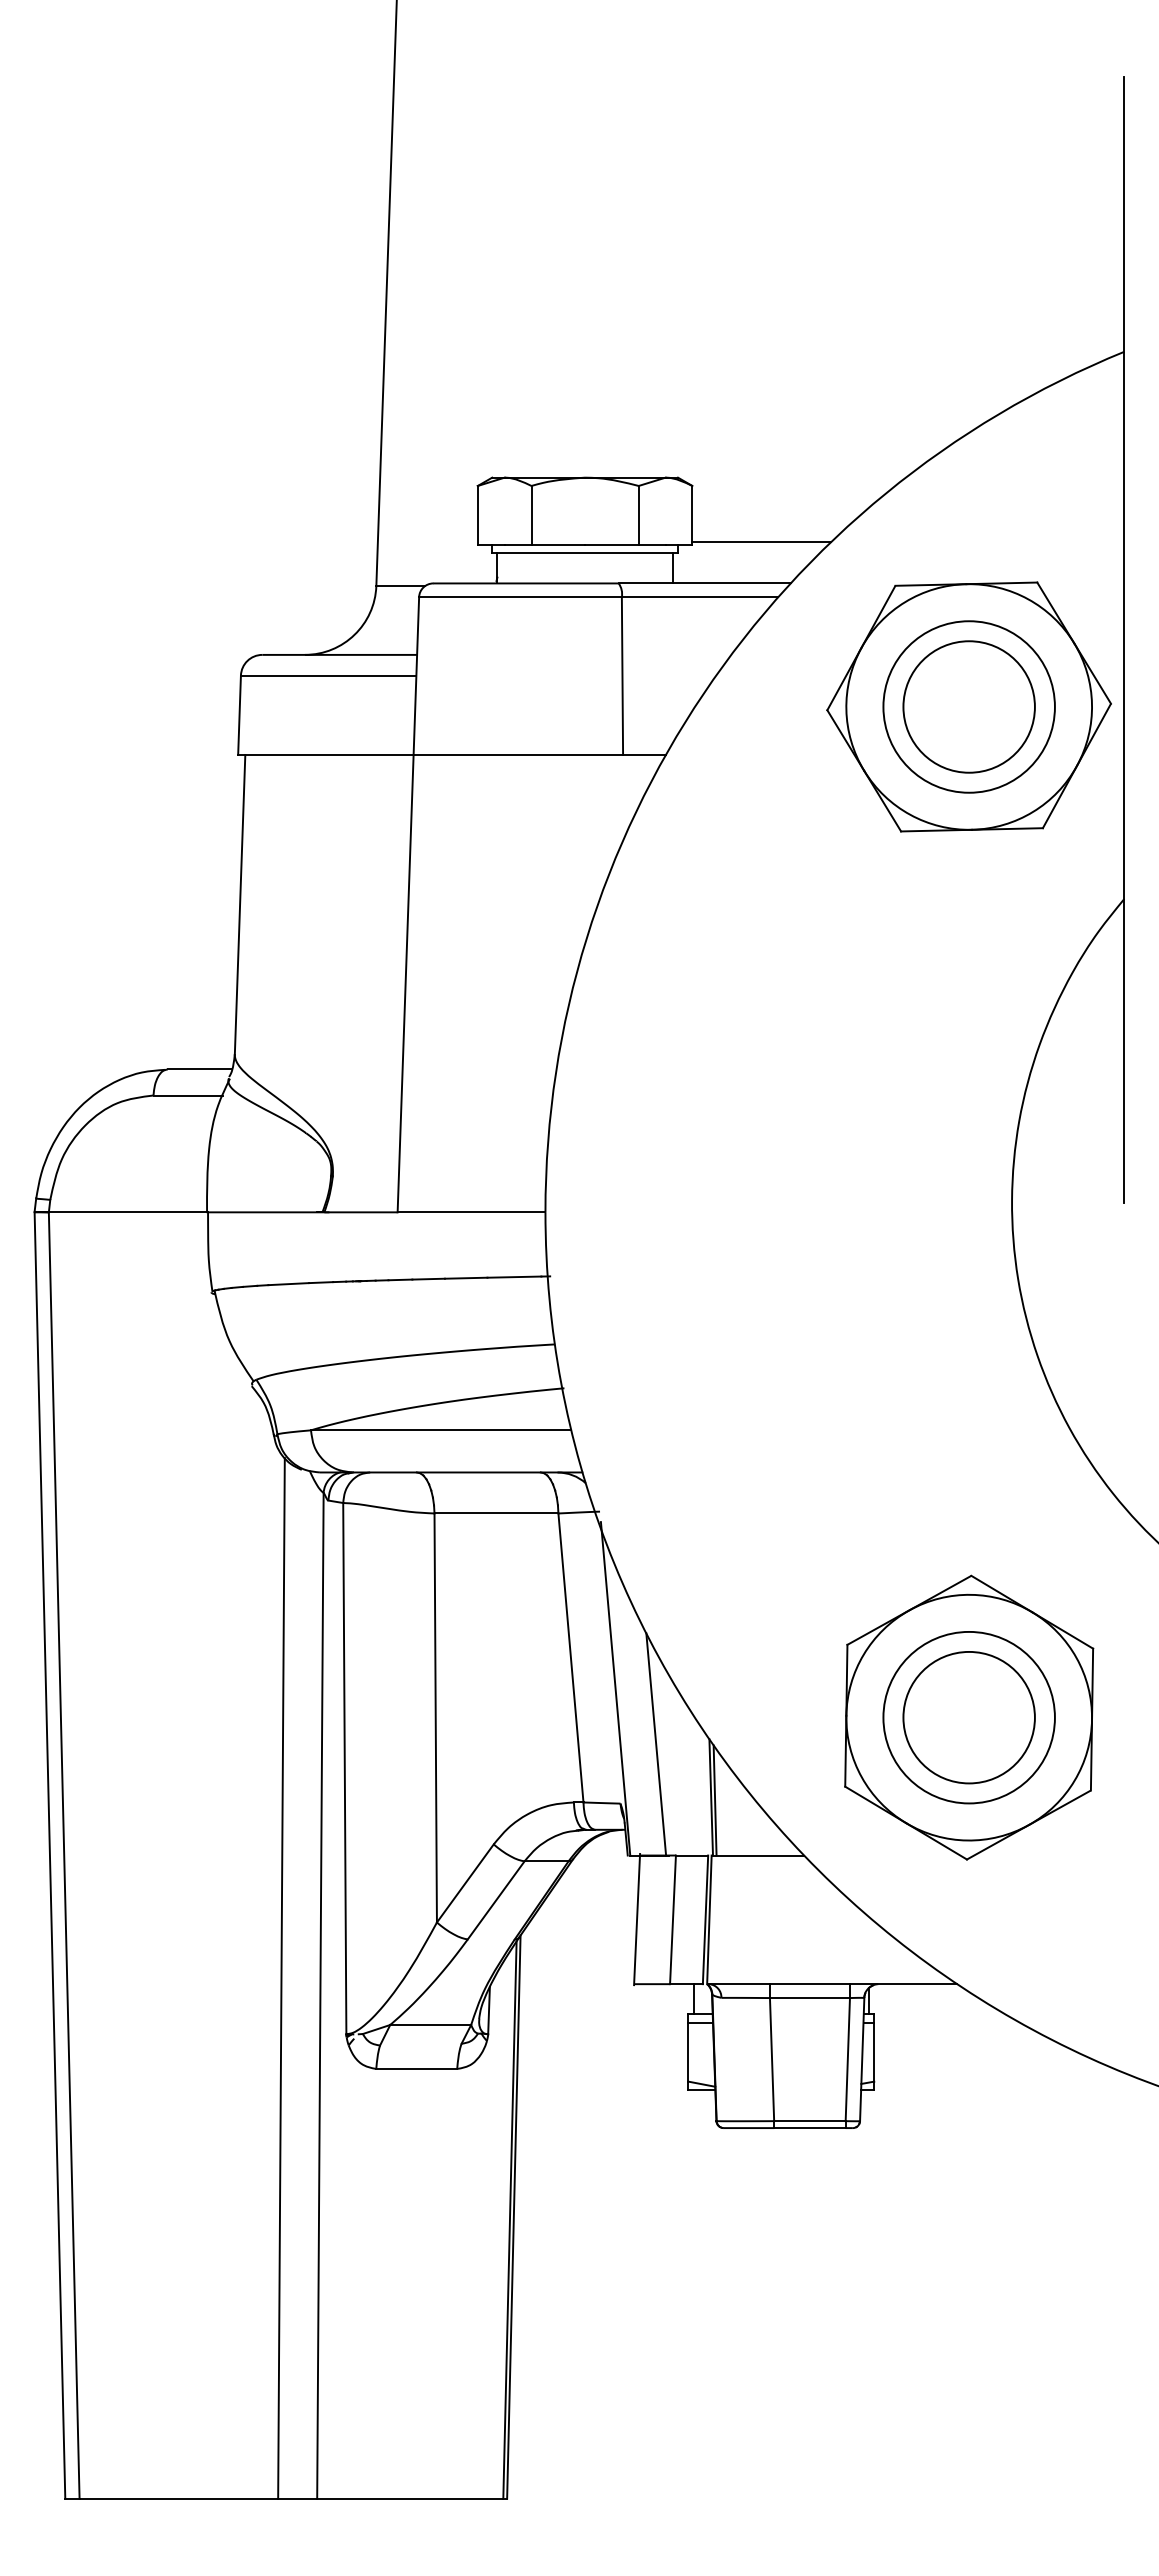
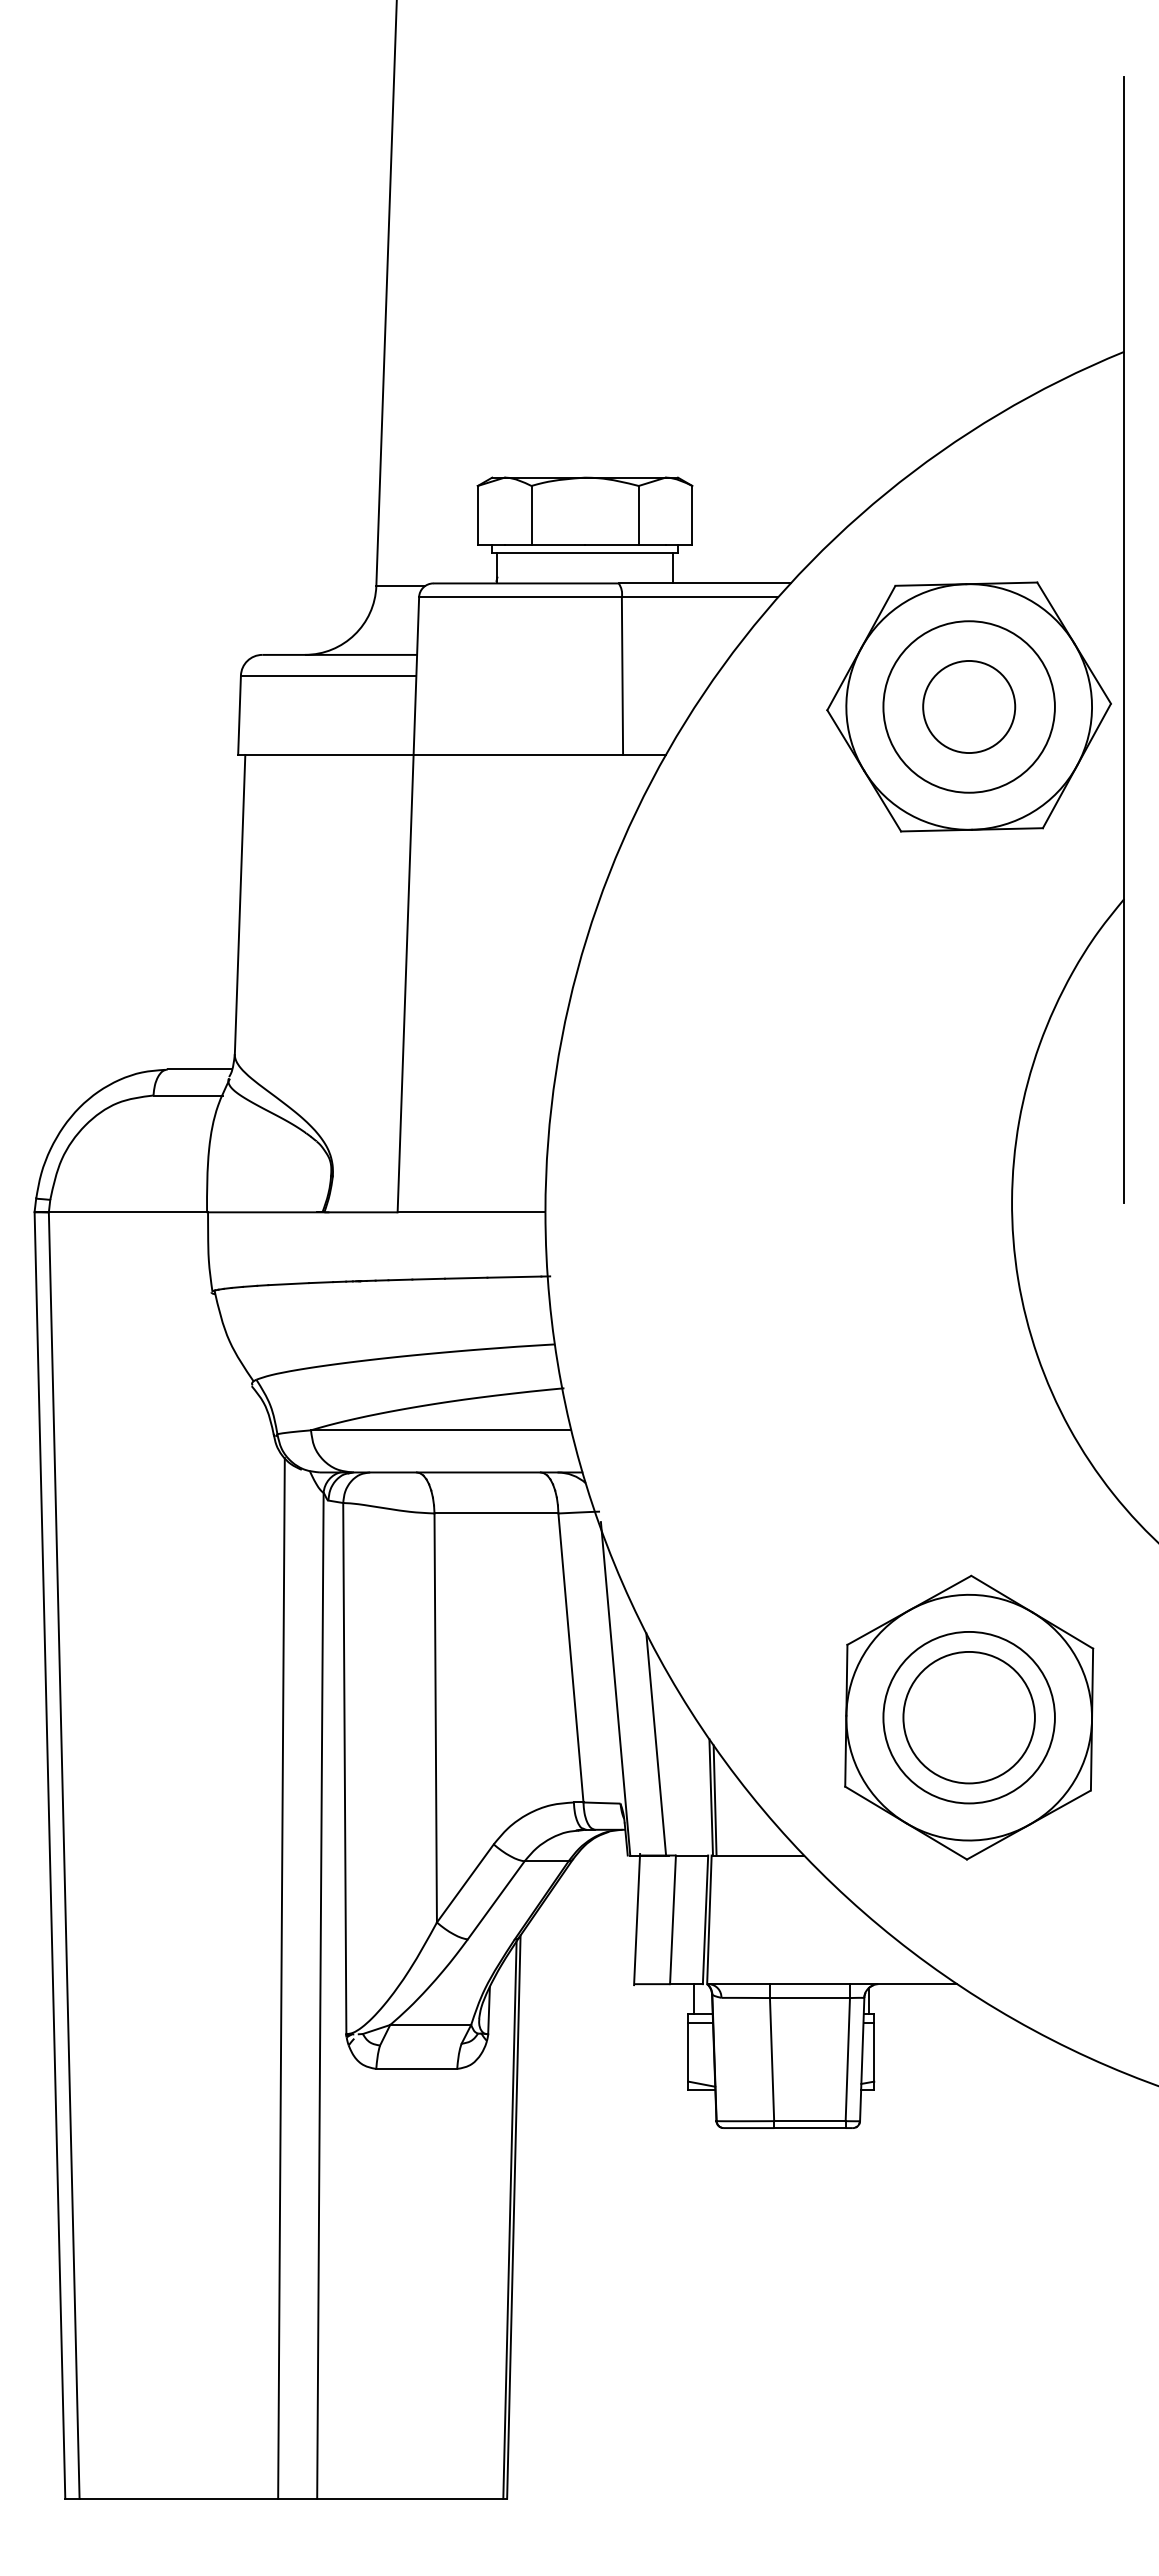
line at (761, 542): present -> none
circle at (968, 706) diameter: 131 px -> 92 px
